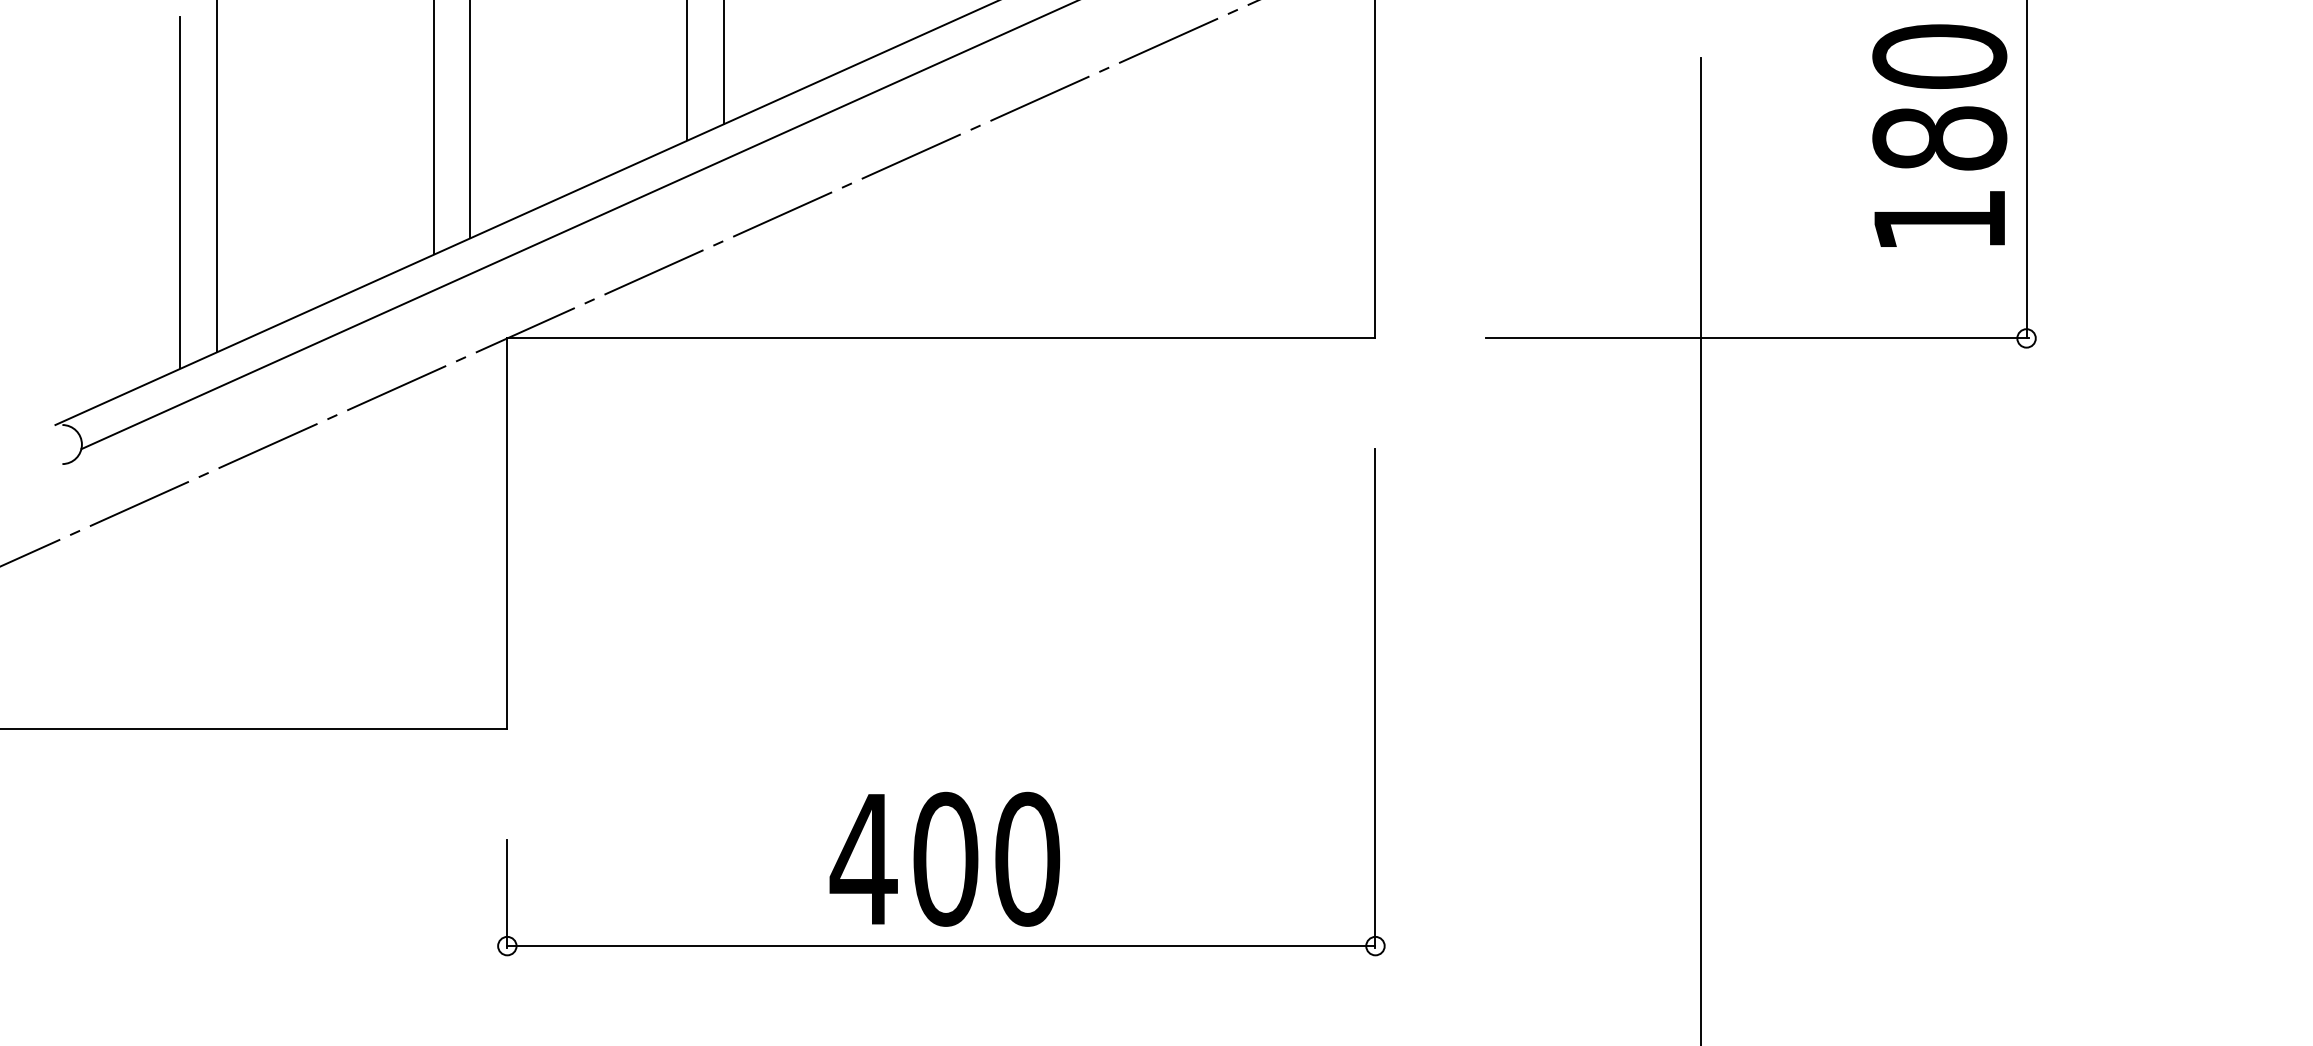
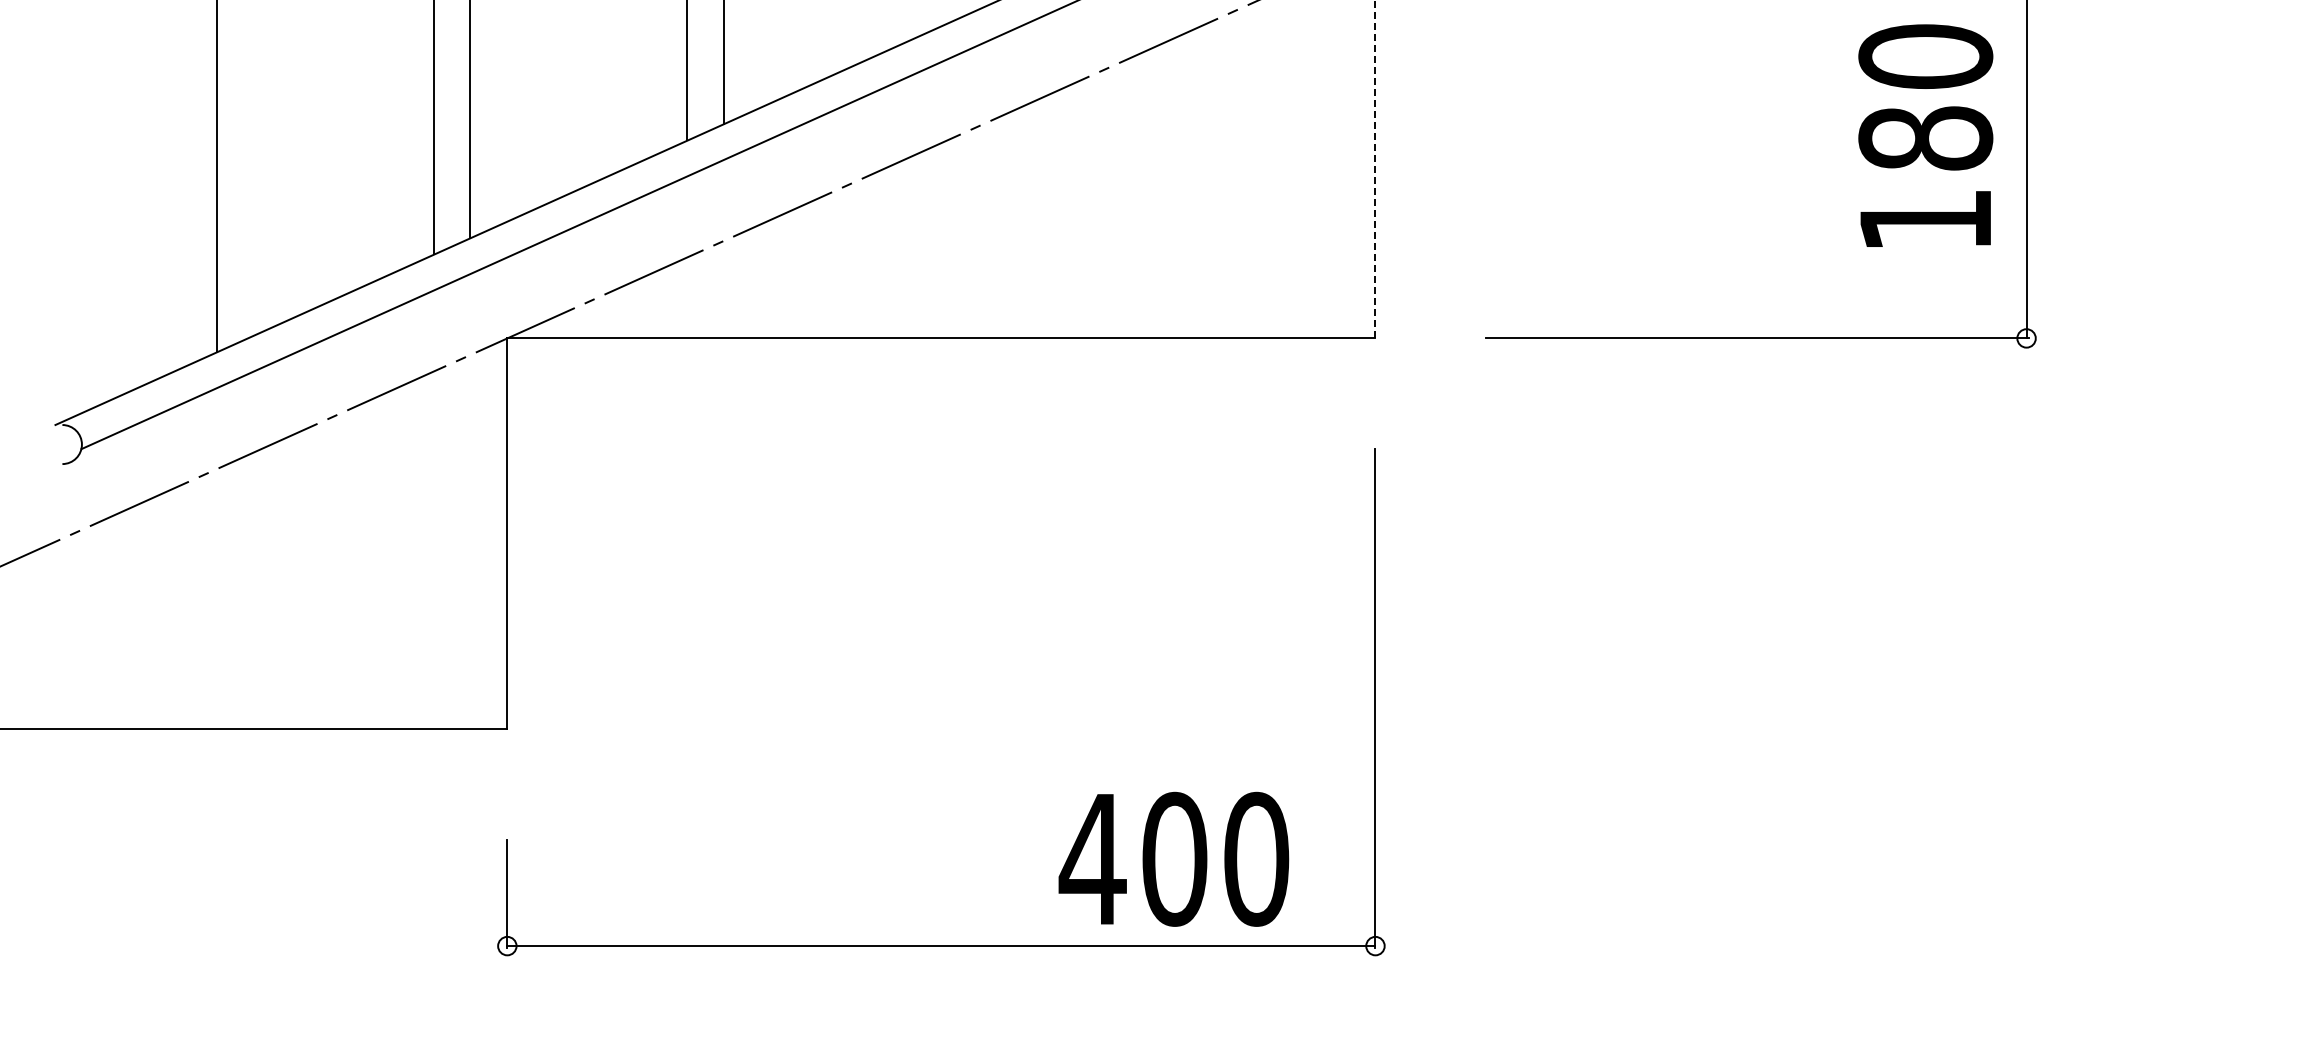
text at (1939, 135) position: (1939, 135) -> (1925, 135)
line at (1375, 169): solid -> dashed
line at (179, 192): present -> none
line at (1701, 550): present -> none
text at (944, 858) position: (944, 858) -> (1173, 858)
